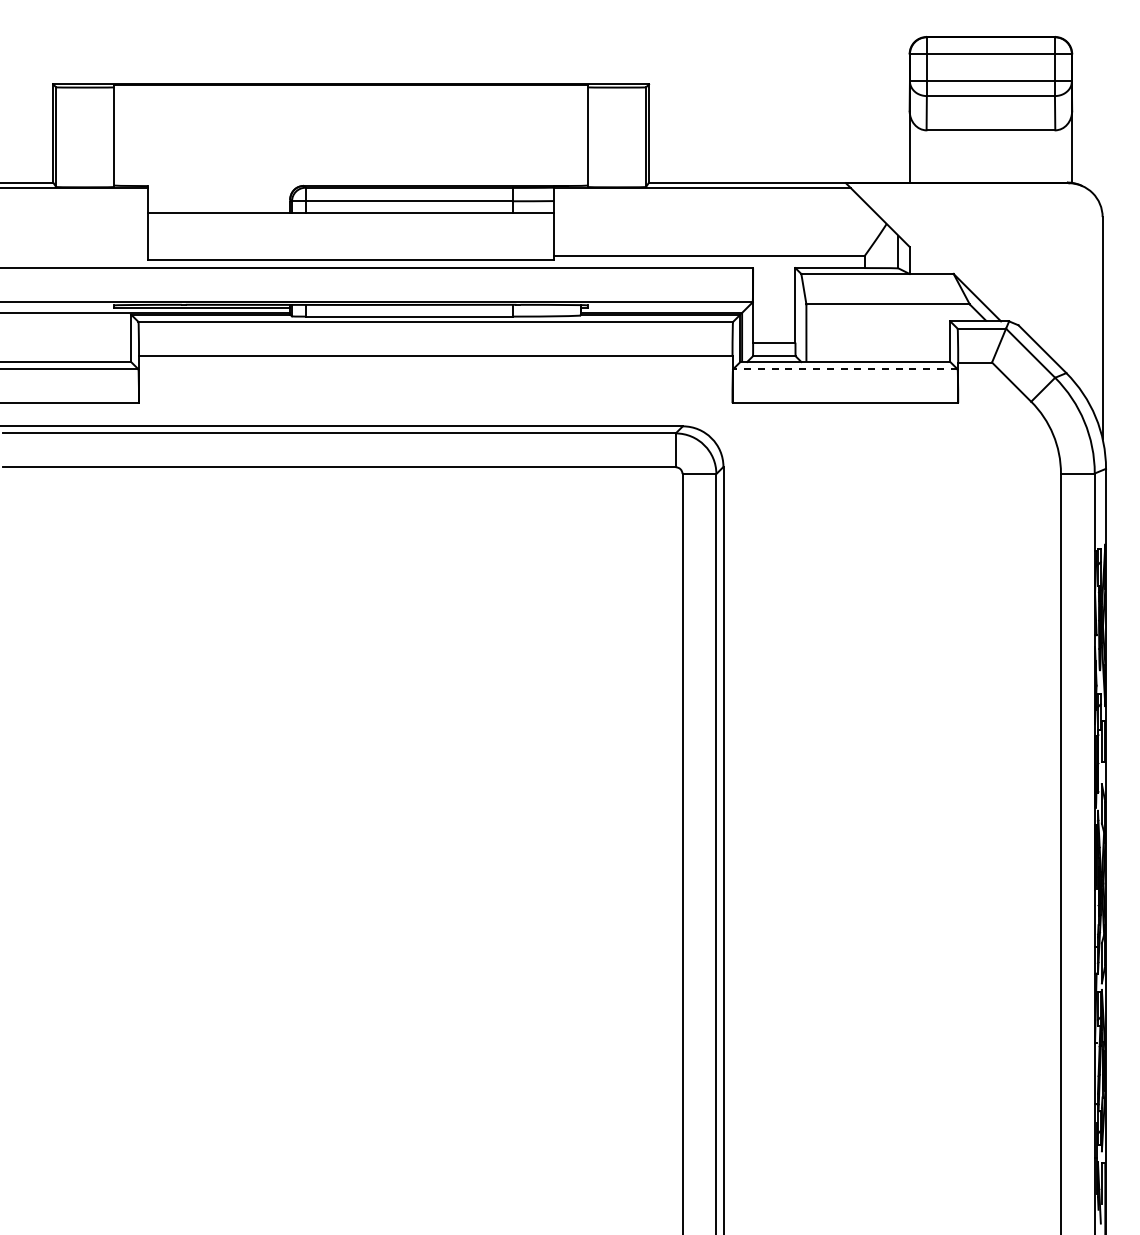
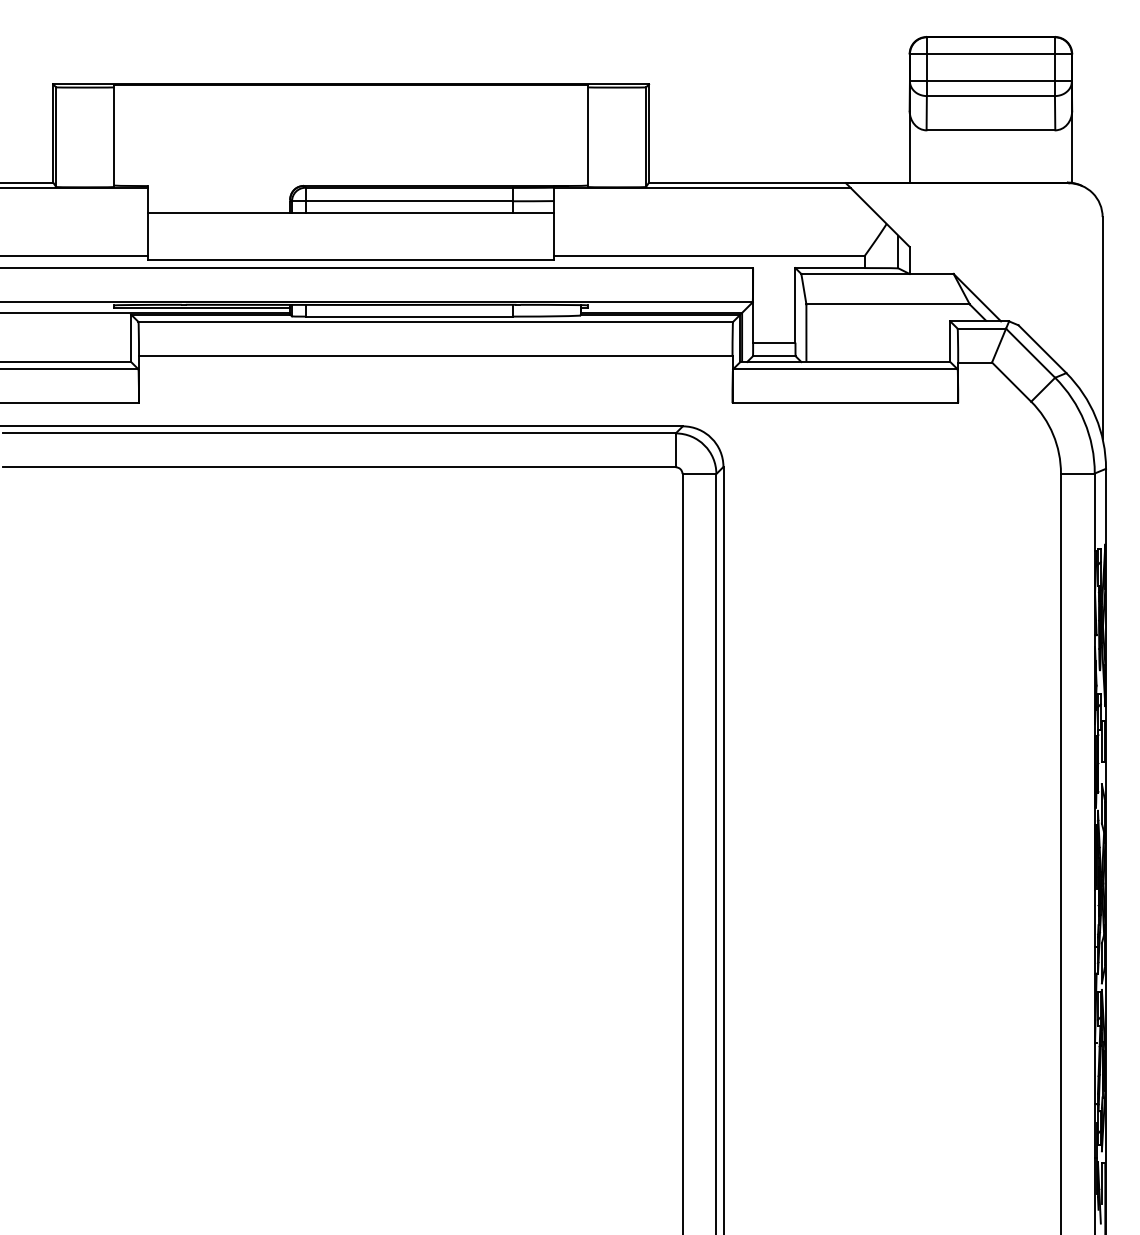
line at (75, 256): none -> present
line at (844, 369): dashed -> solid
